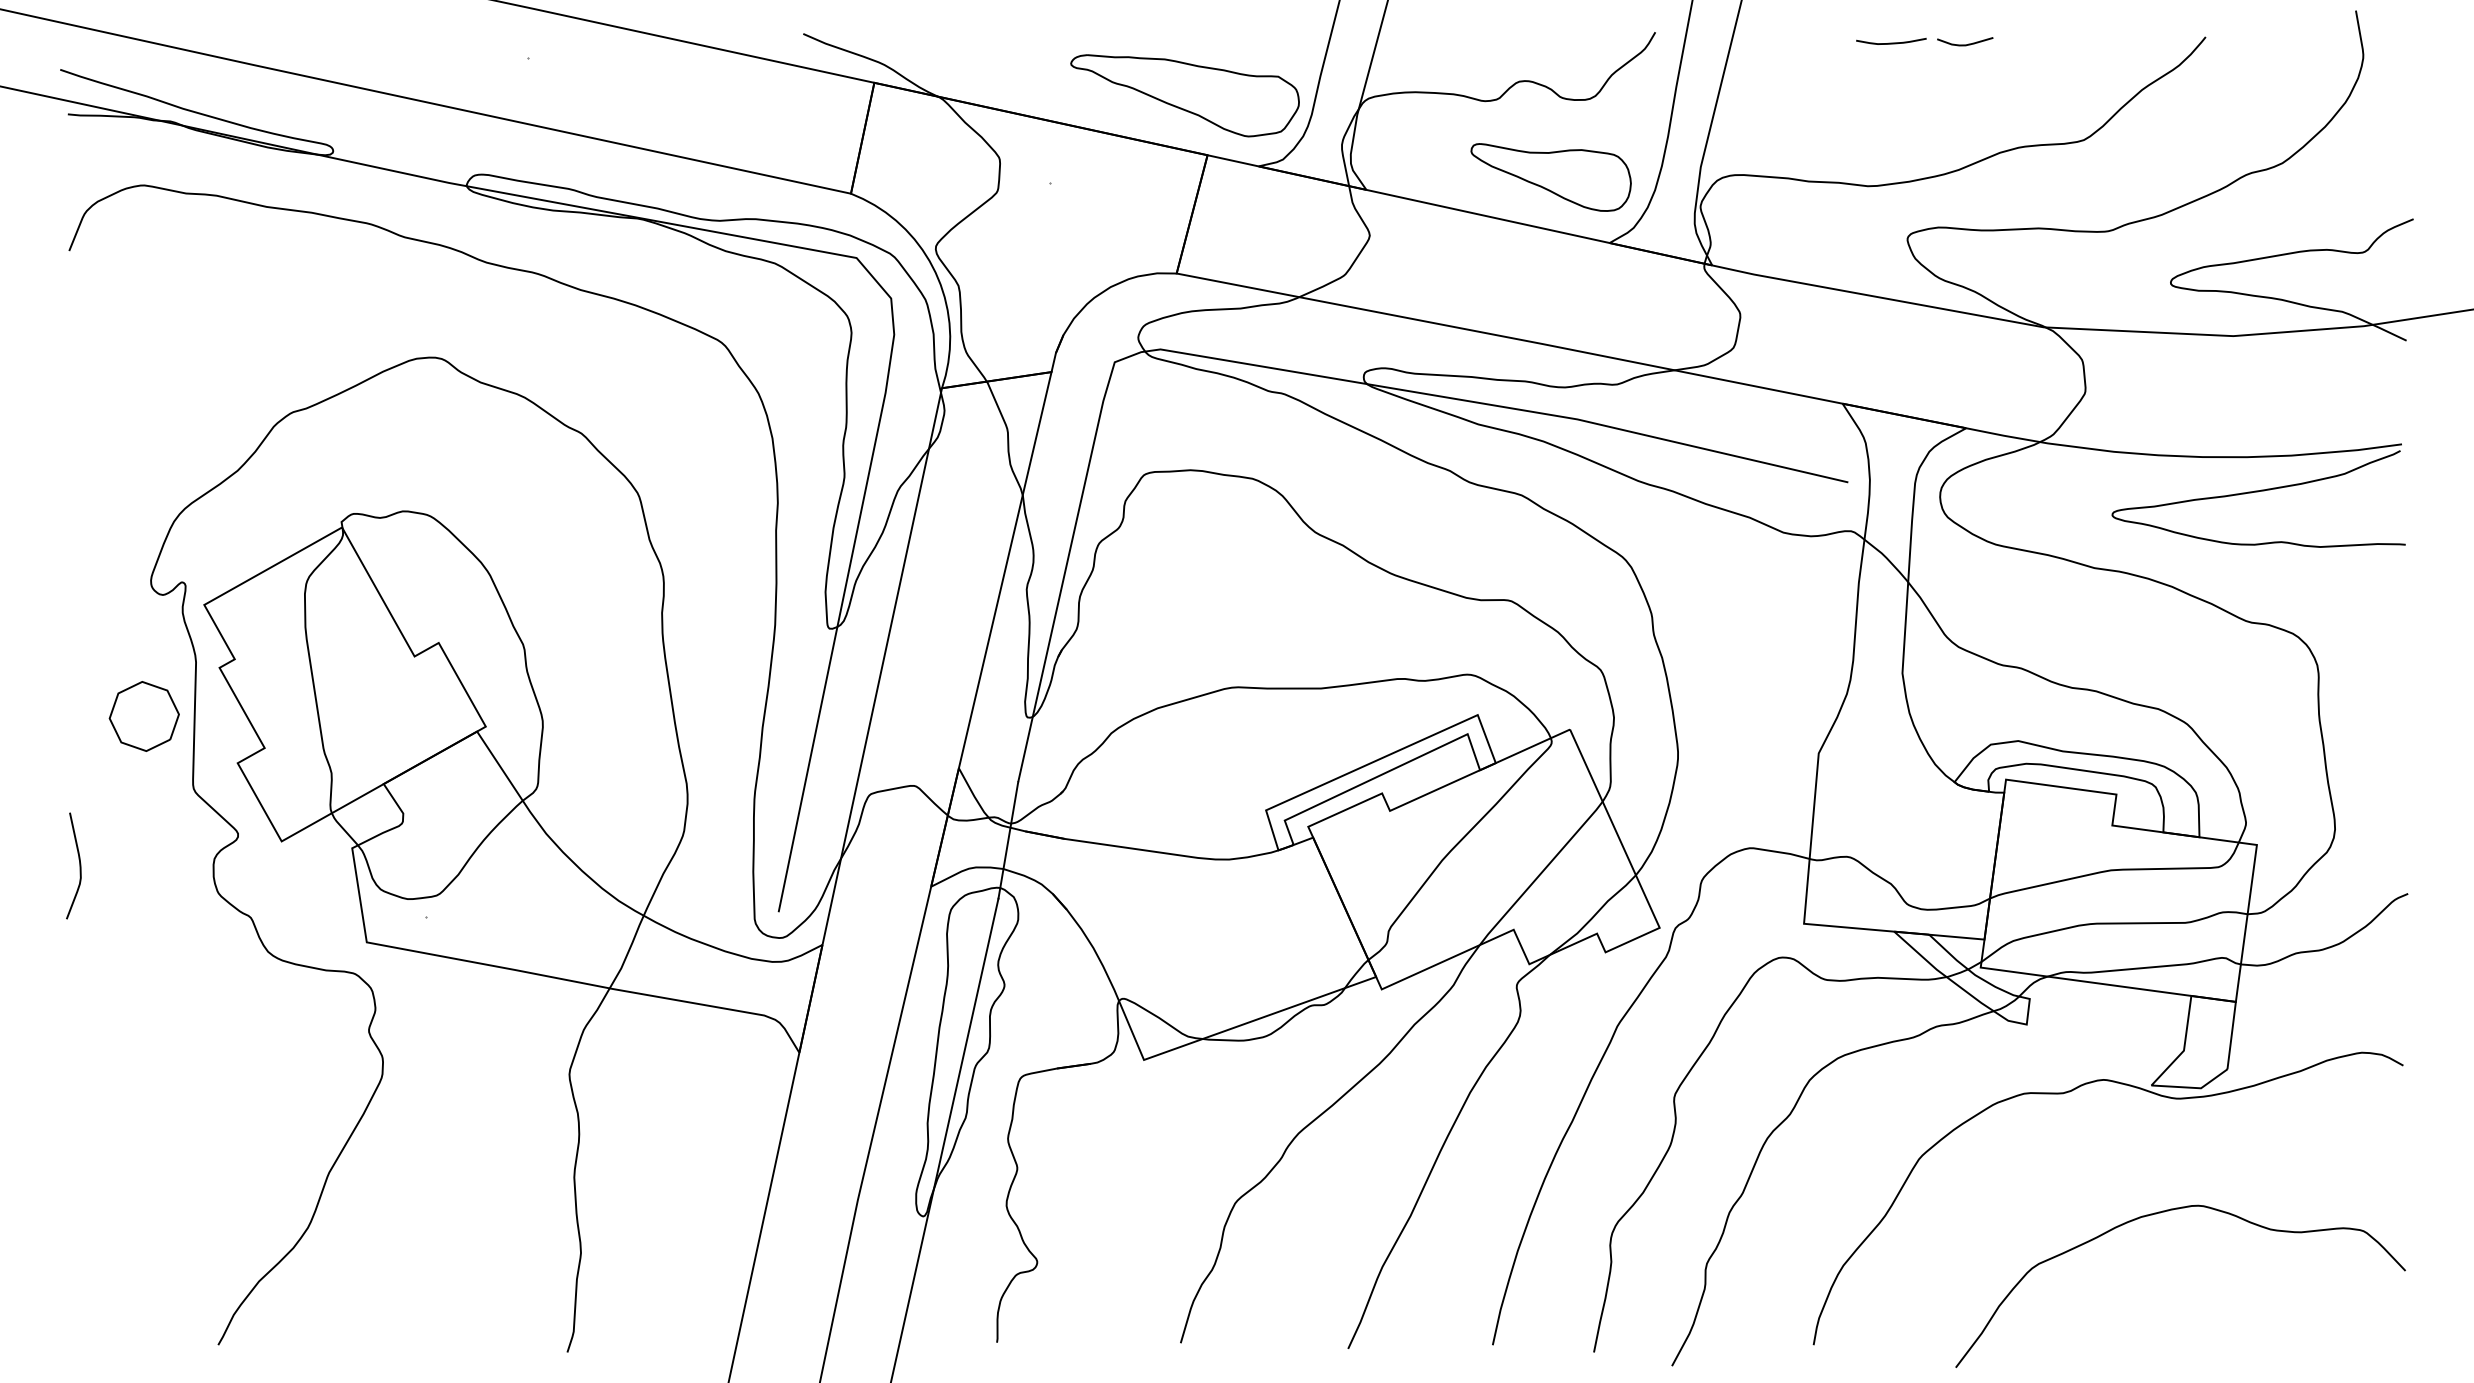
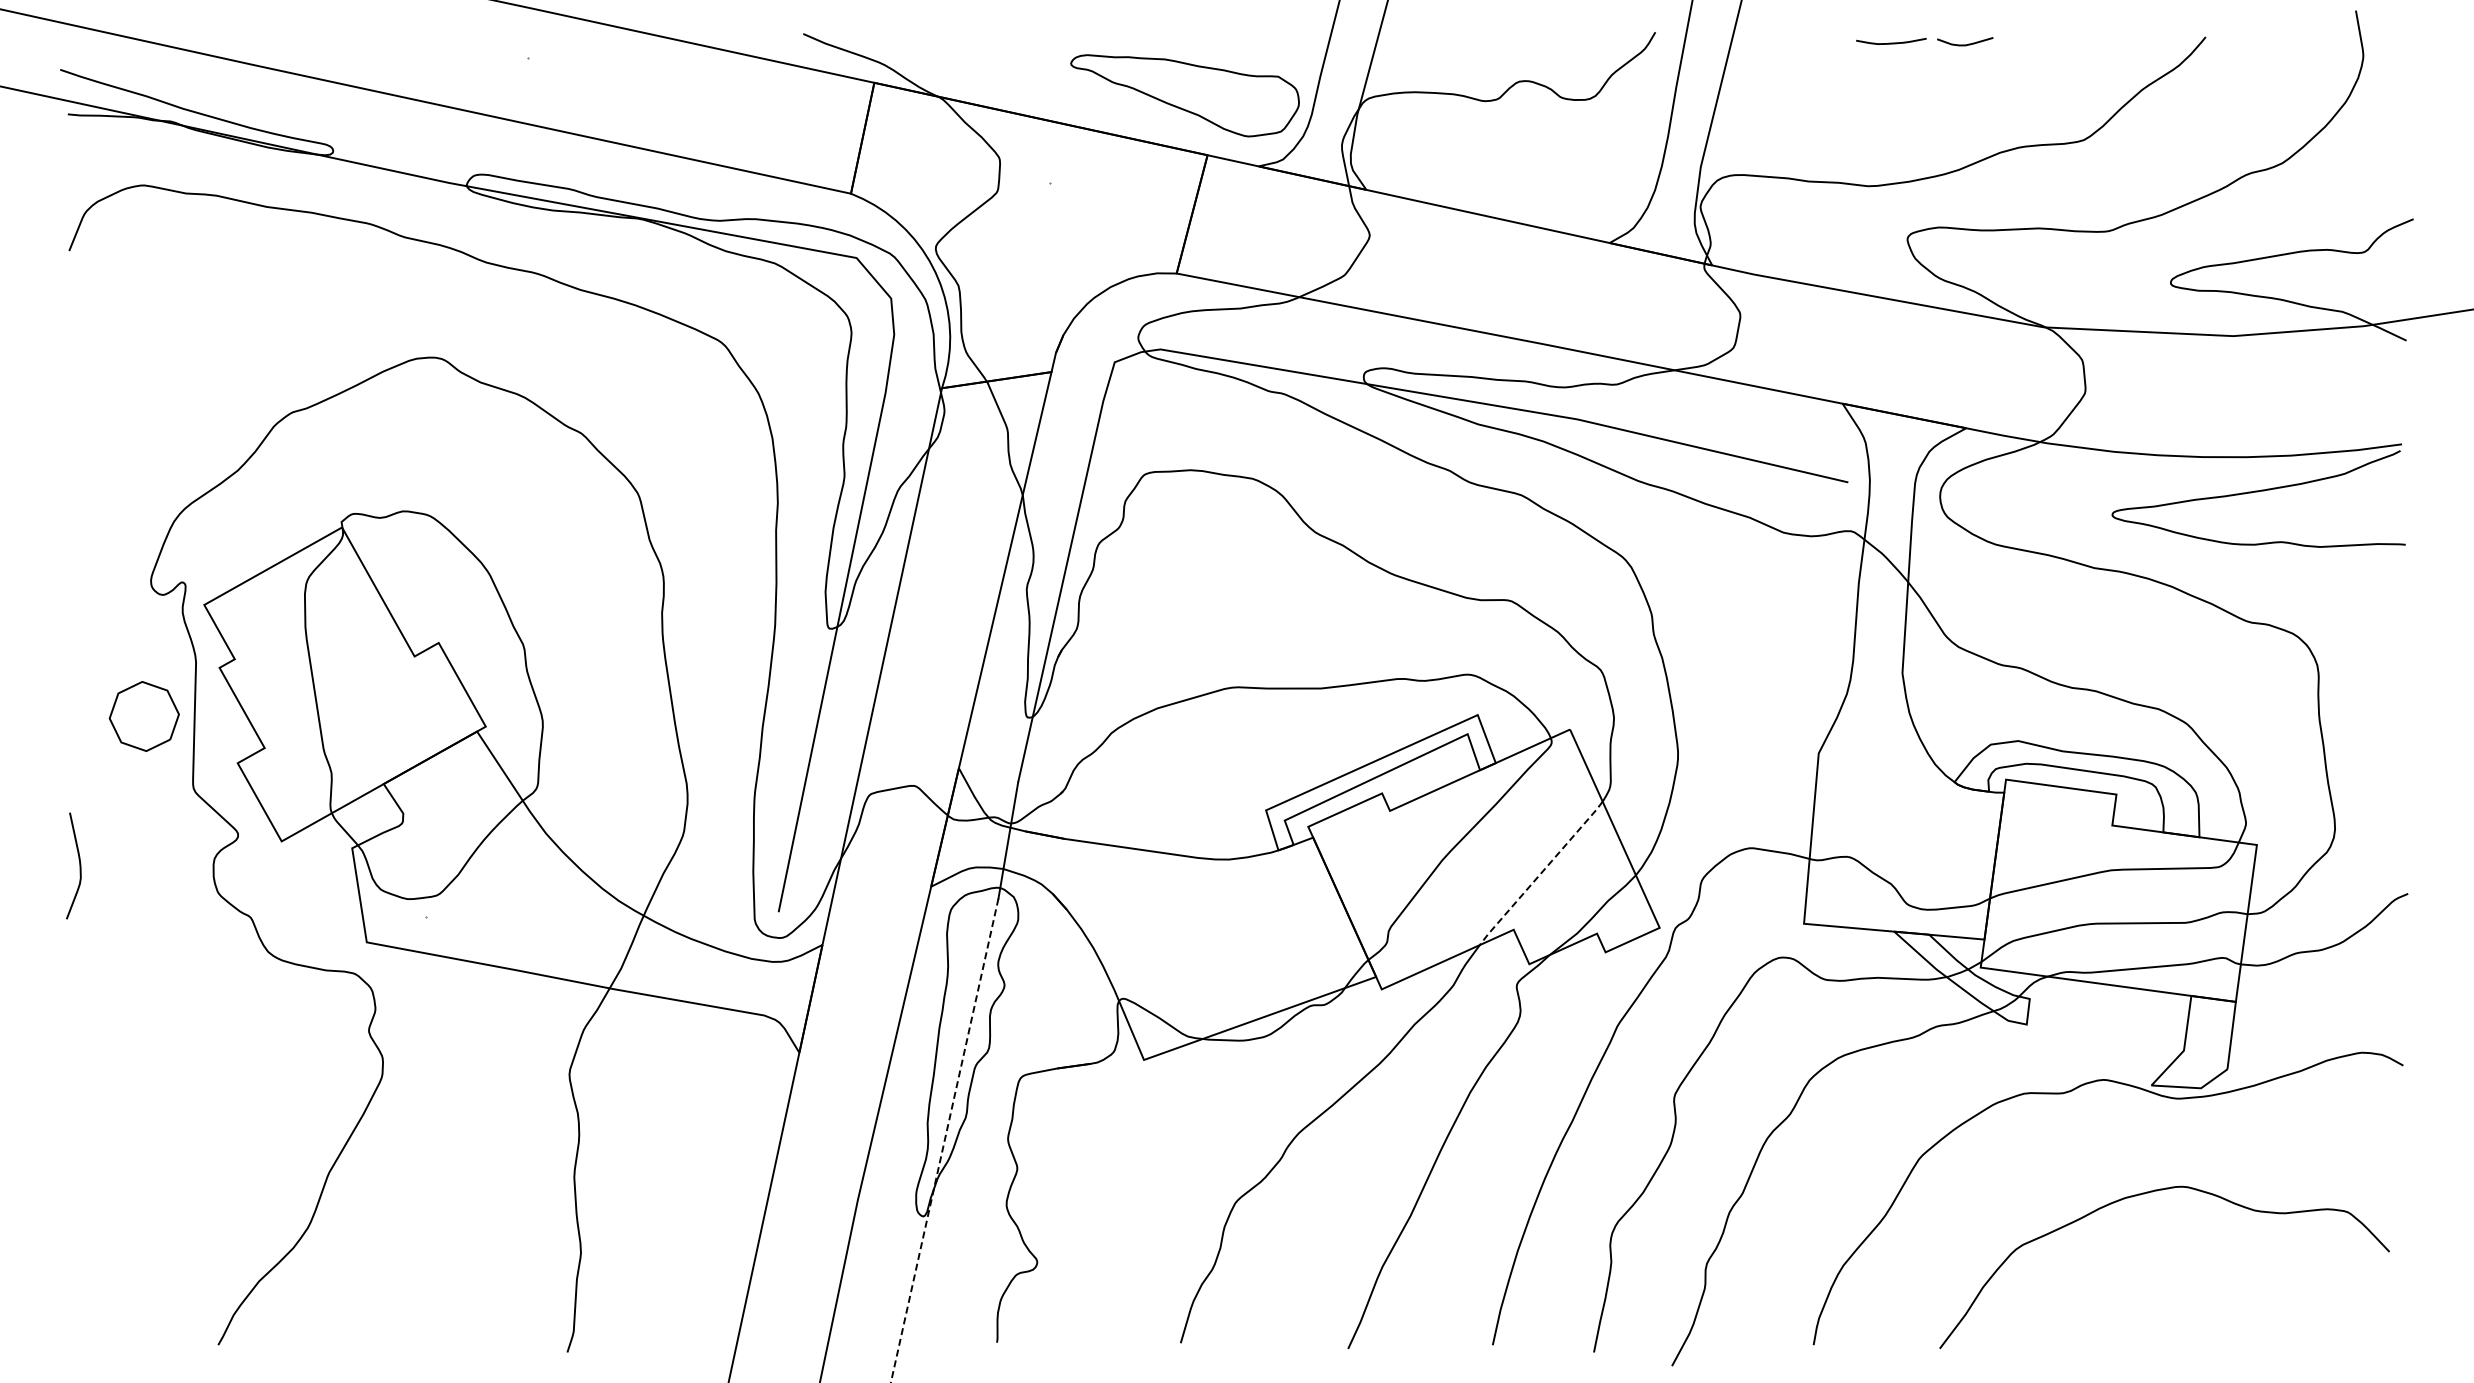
part at (1550, 177): present -> none
line at (1541, 873): solid -> dashed
line at (944, 1140): solid -> dashed
curve at (2160, 1213) position: (2160, 1213) -> (2144, 1194)
